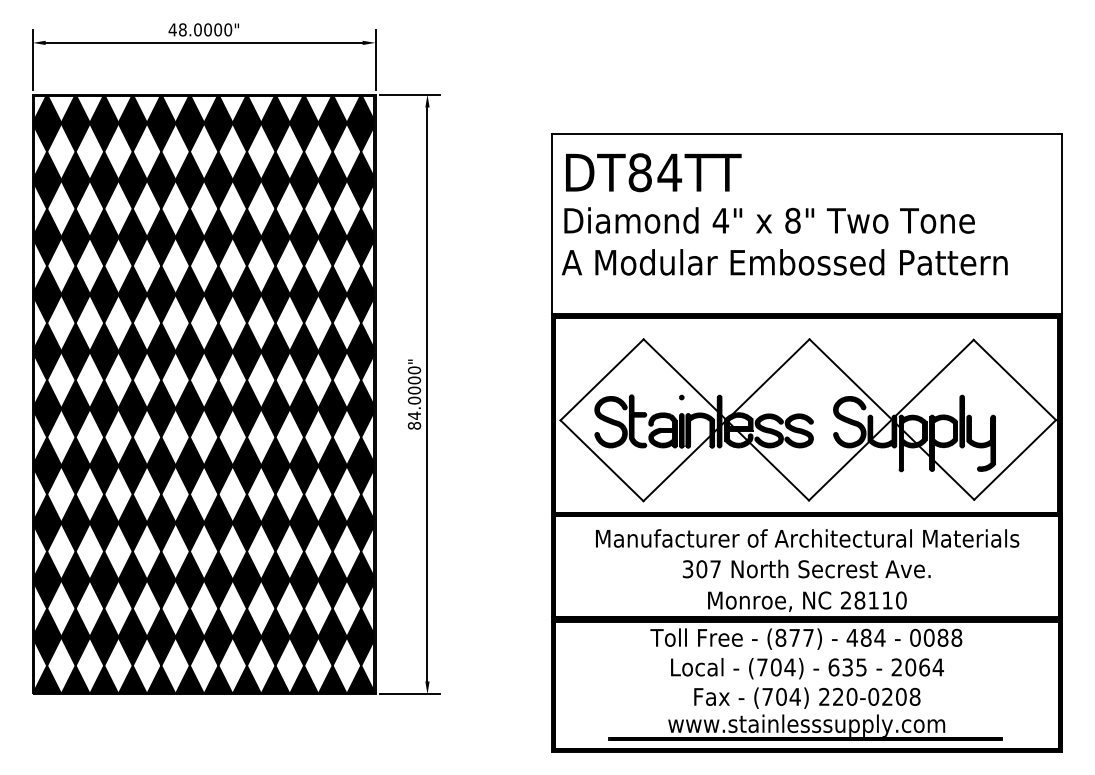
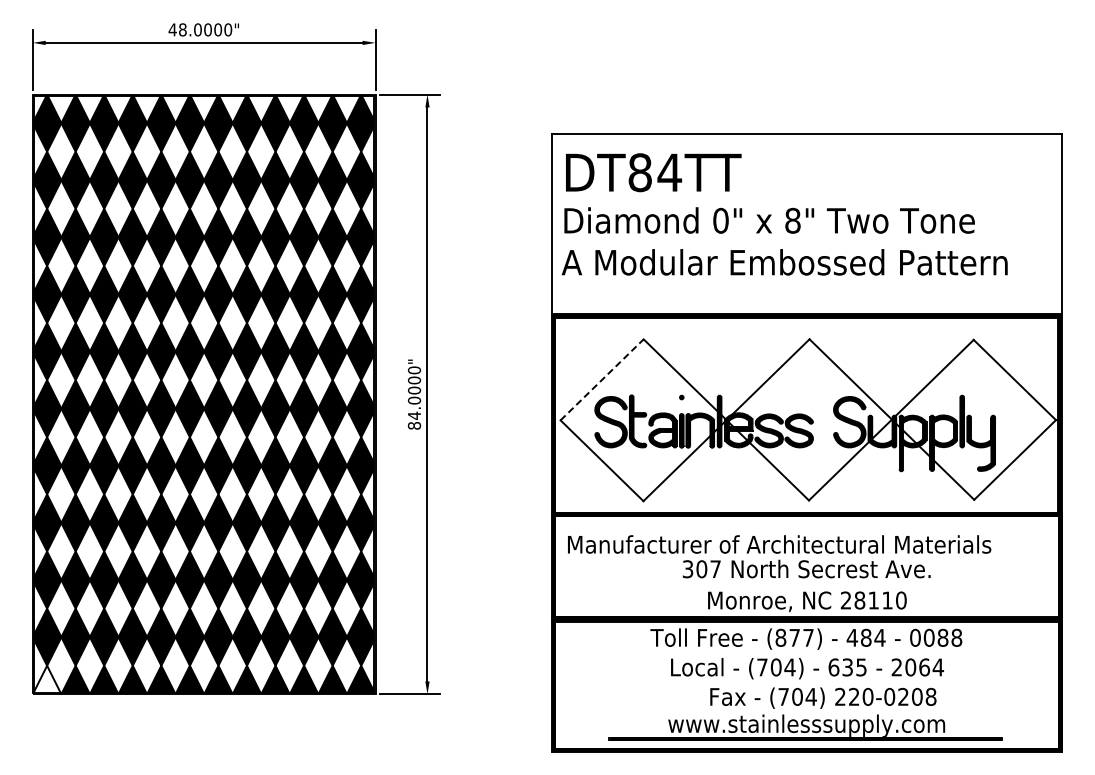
text at (720, 220): 4" -> 0"
line at (602, 379): solid -> dashed
text at (807, 538) position: (807, 538) -> (779, 544)
fill at (47, 678): present -> none
text at (807, 697) position: (807, 697) -> (823, 697)
